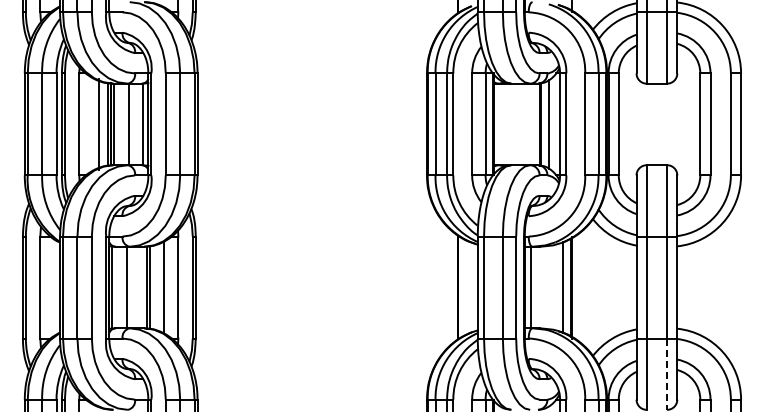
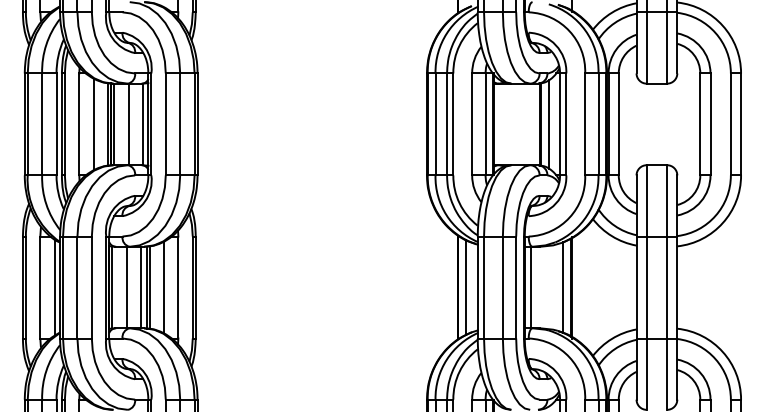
line at (98, 124) position: (98, 124) -> (93, 124)
line at (54, 287): none -> present
line at (141, 287): none -> present
line at (466, 287): none -> present
line at (667, 374): dashed -> solid
